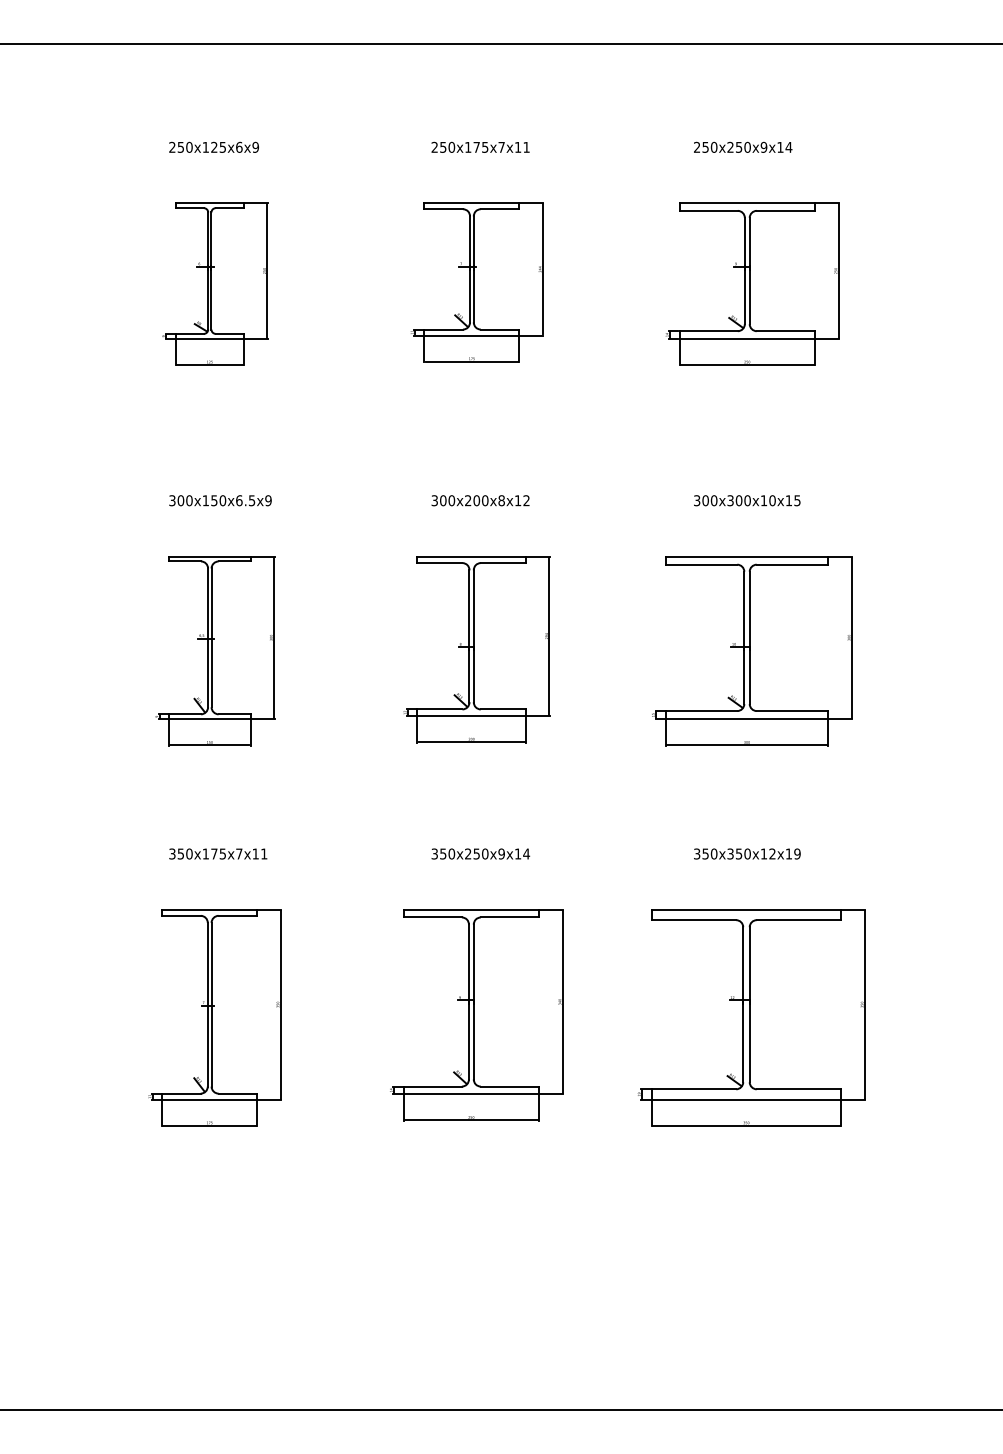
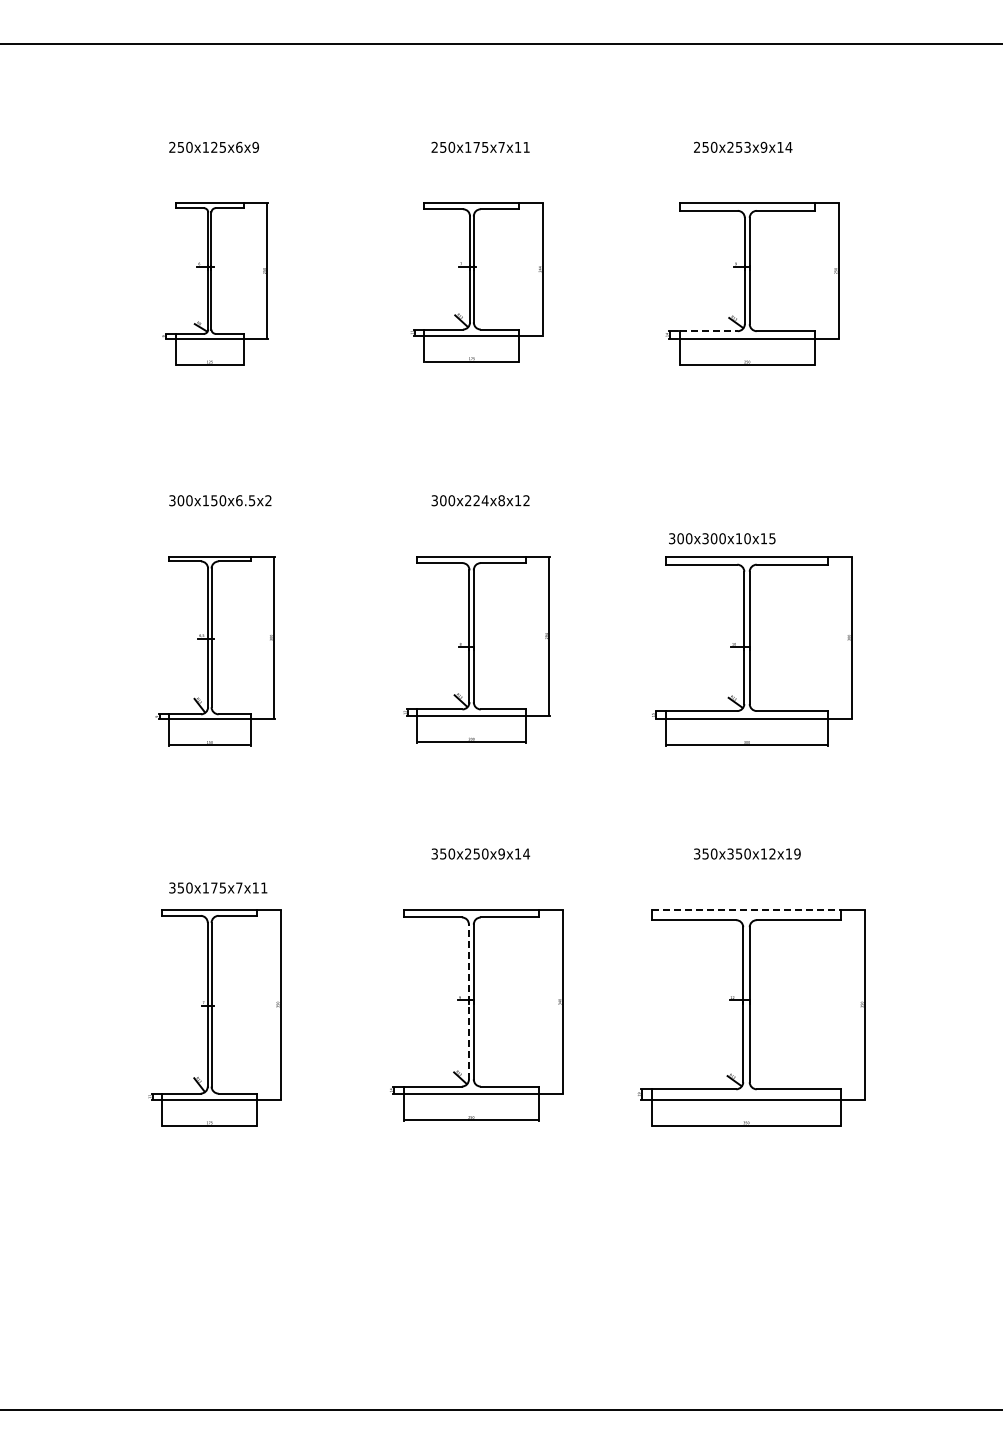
text at (747, 146): 250x250x9x14 -> 250x253x9x14
line at (709, 331): solid -> dashed
text at (268, 500): 300x150x6.5x9 -> 300x150x6.5x2
text at (480, 500): 300x200x8x12 -> 300x224x8x12
text at (747, 500) position: (747, 500) -> (722, 538)
text at (218, 853) position: (218, 853) -> (218, 887)
line at (746, 909): solid -> dashed
line at (468, 1002): solid -> dashed
